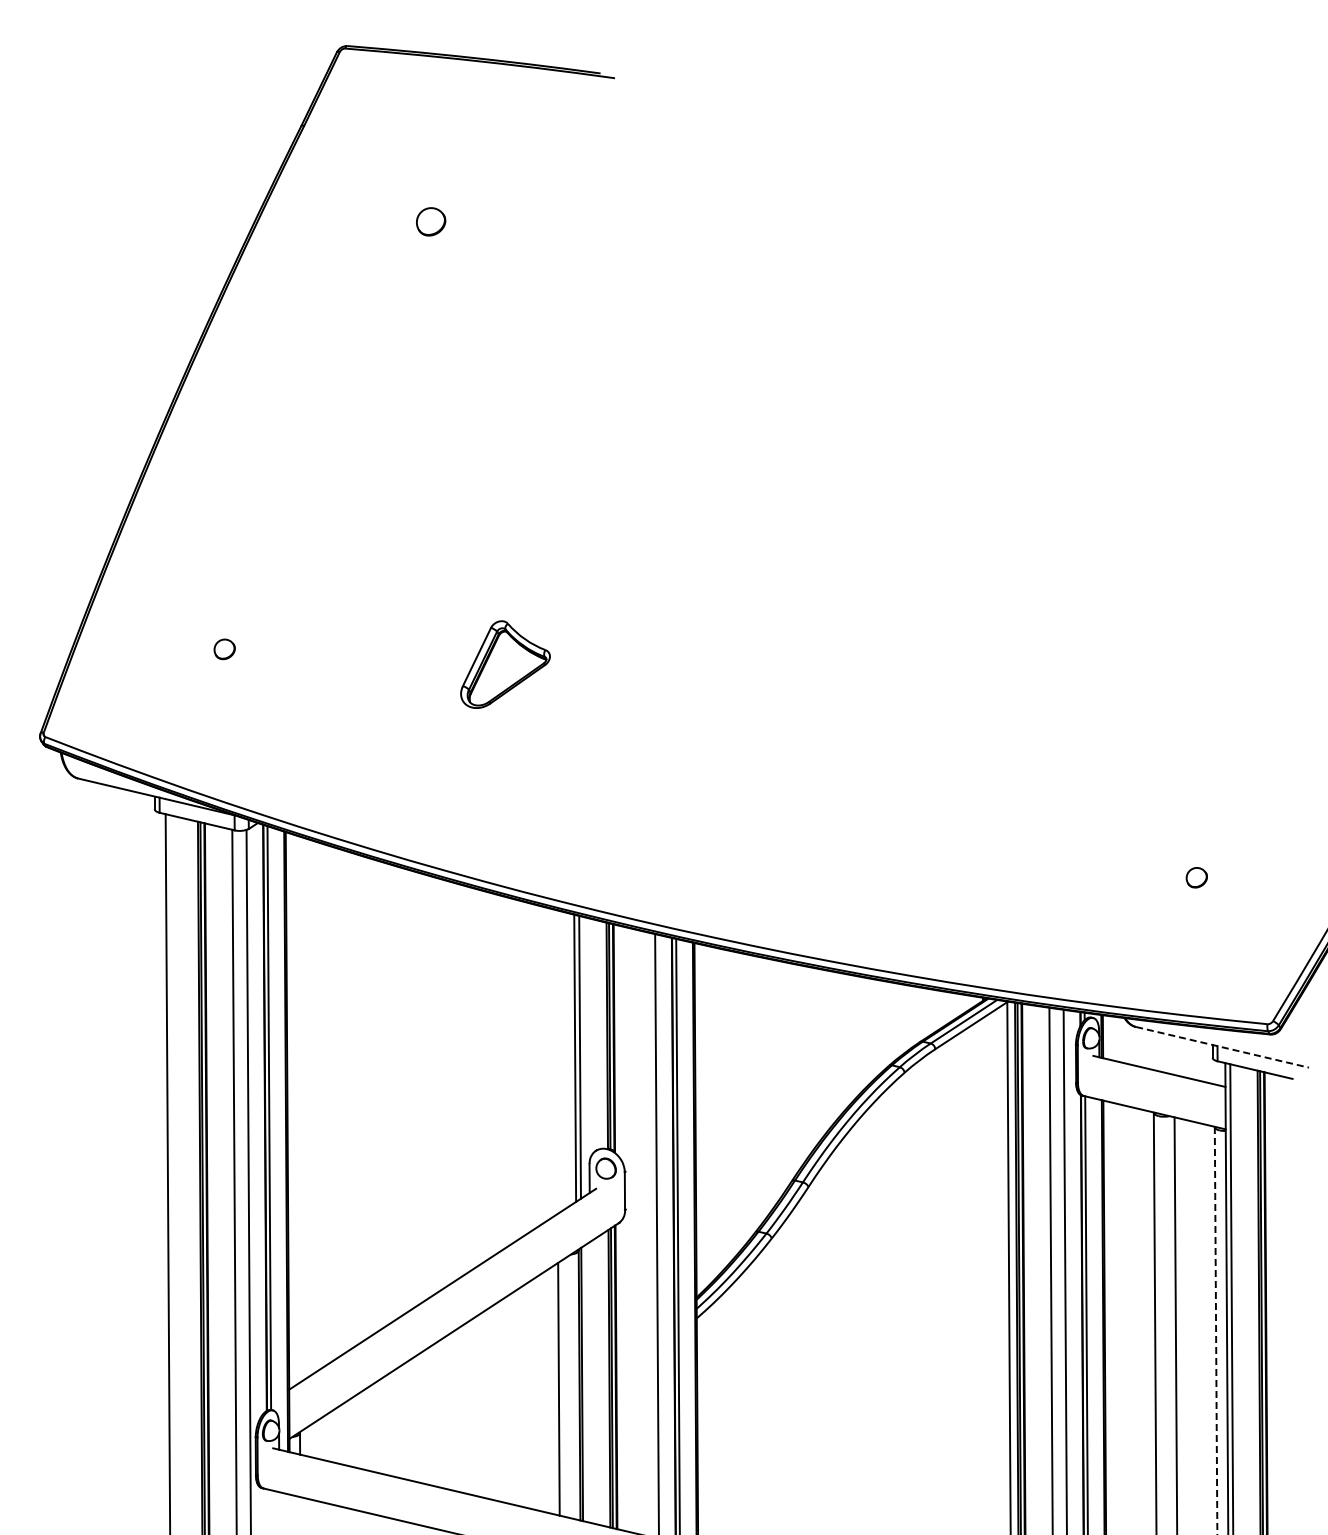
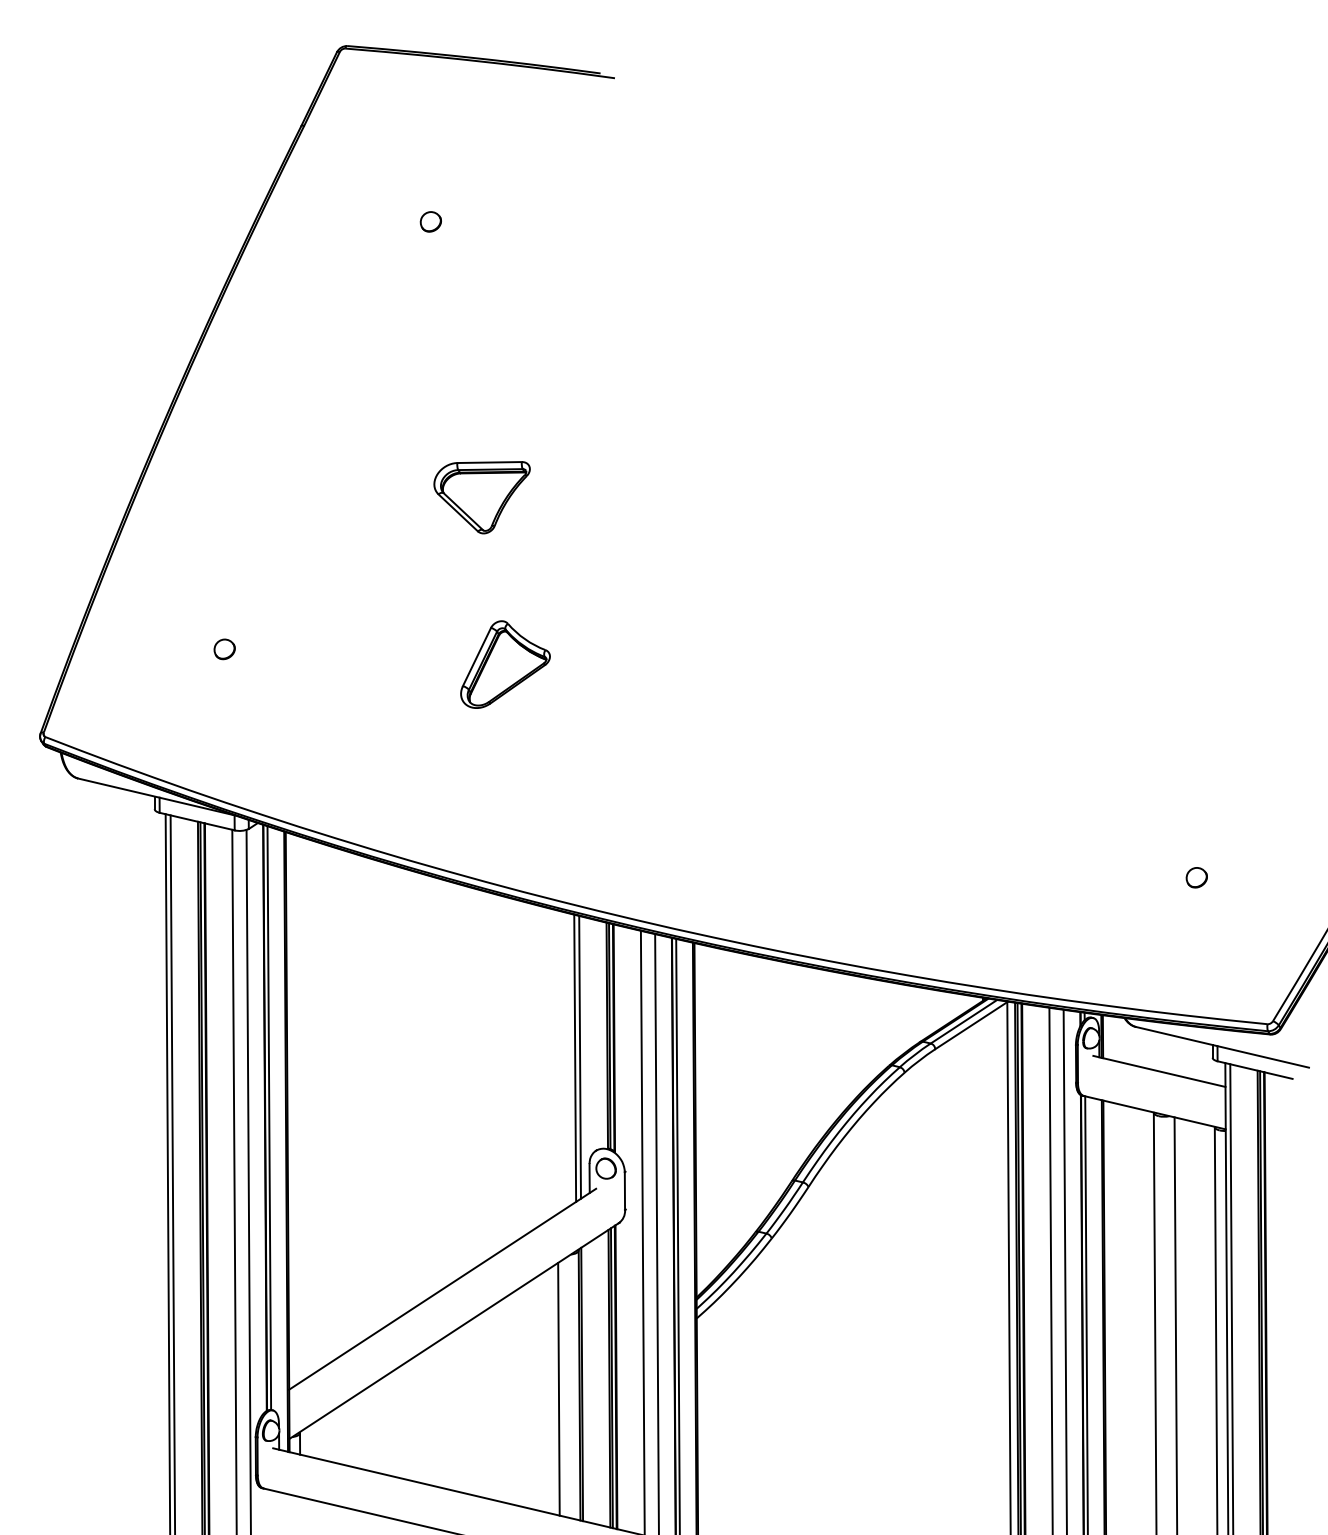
part at (431, 221) size: 31x30 px -> 23x22 px
part at (481, 497): none -> present
line at (1222, 1047): dashed -> solid
line at (172, 1173): none -> present
line at (642, 1230): none -> present
line at (1216, 1330): dashed -> solid
